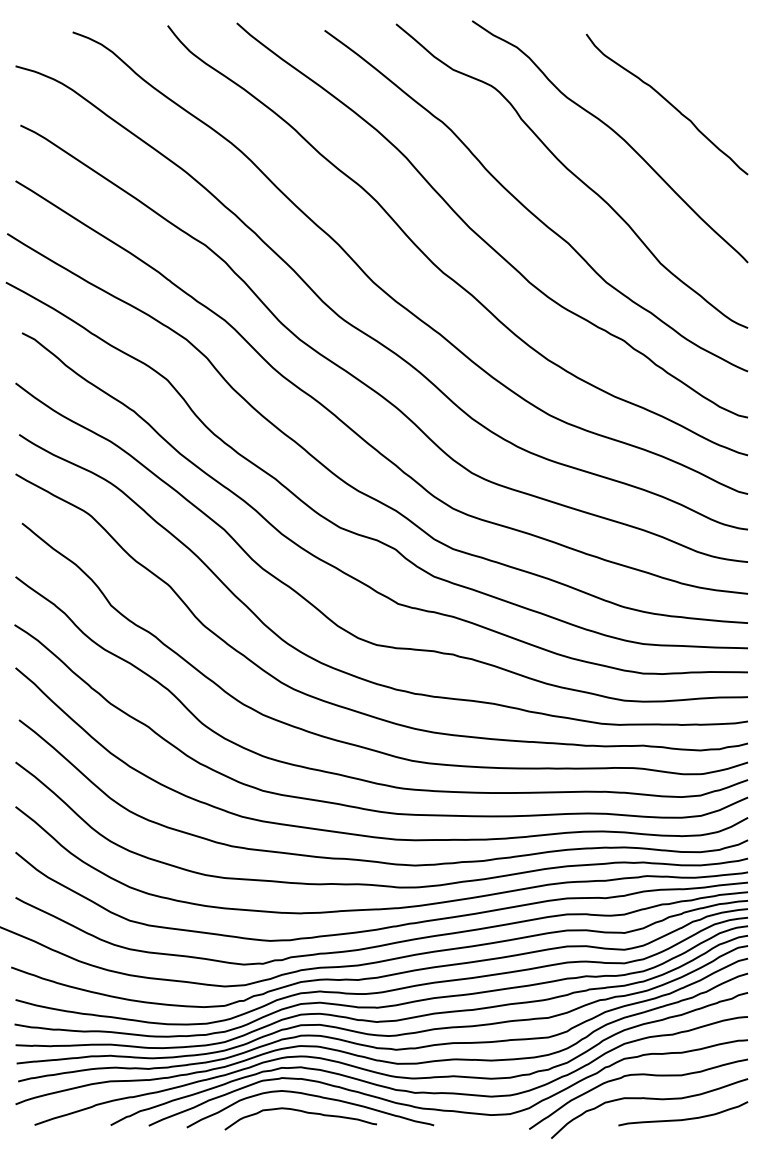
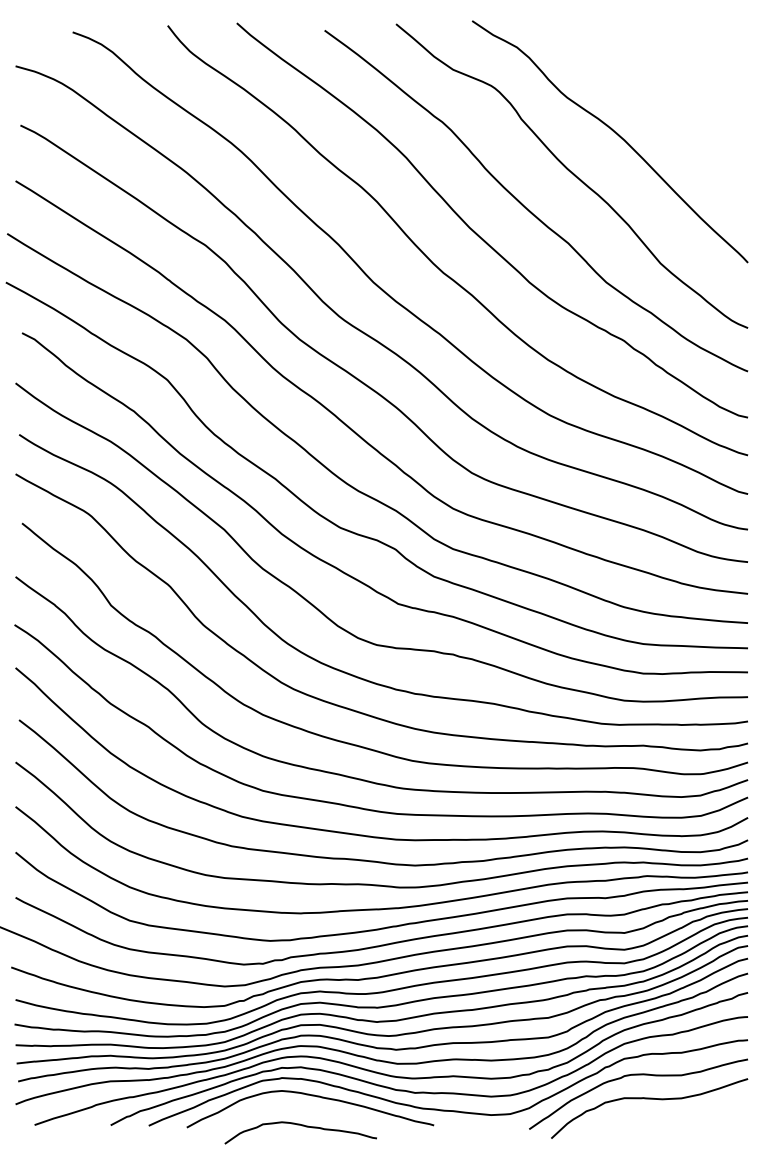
curve at (667, 102): present -> none
curve at (302, 1112) position: (302, 1112) -> (302, 1126)
curve at (684, 1118): present -> none
